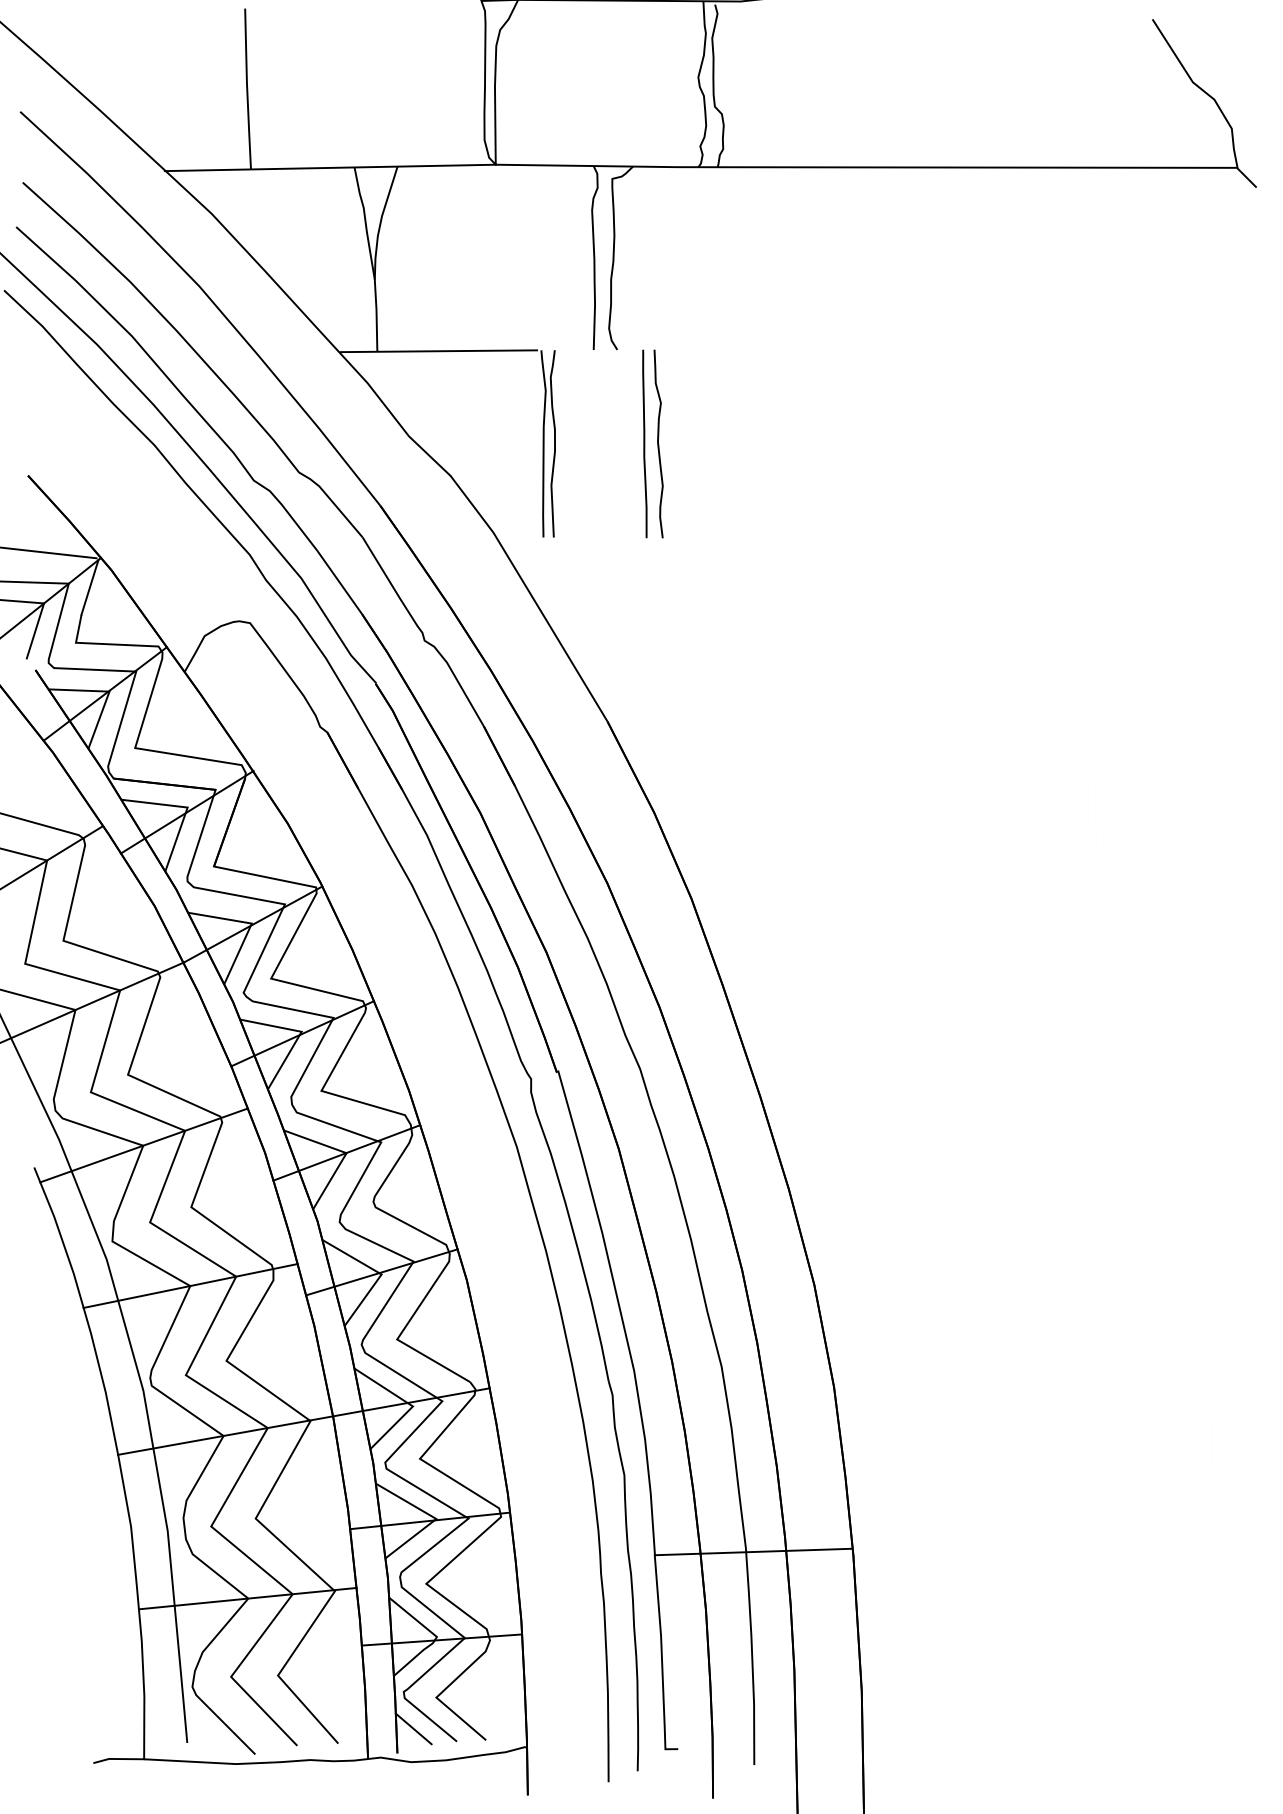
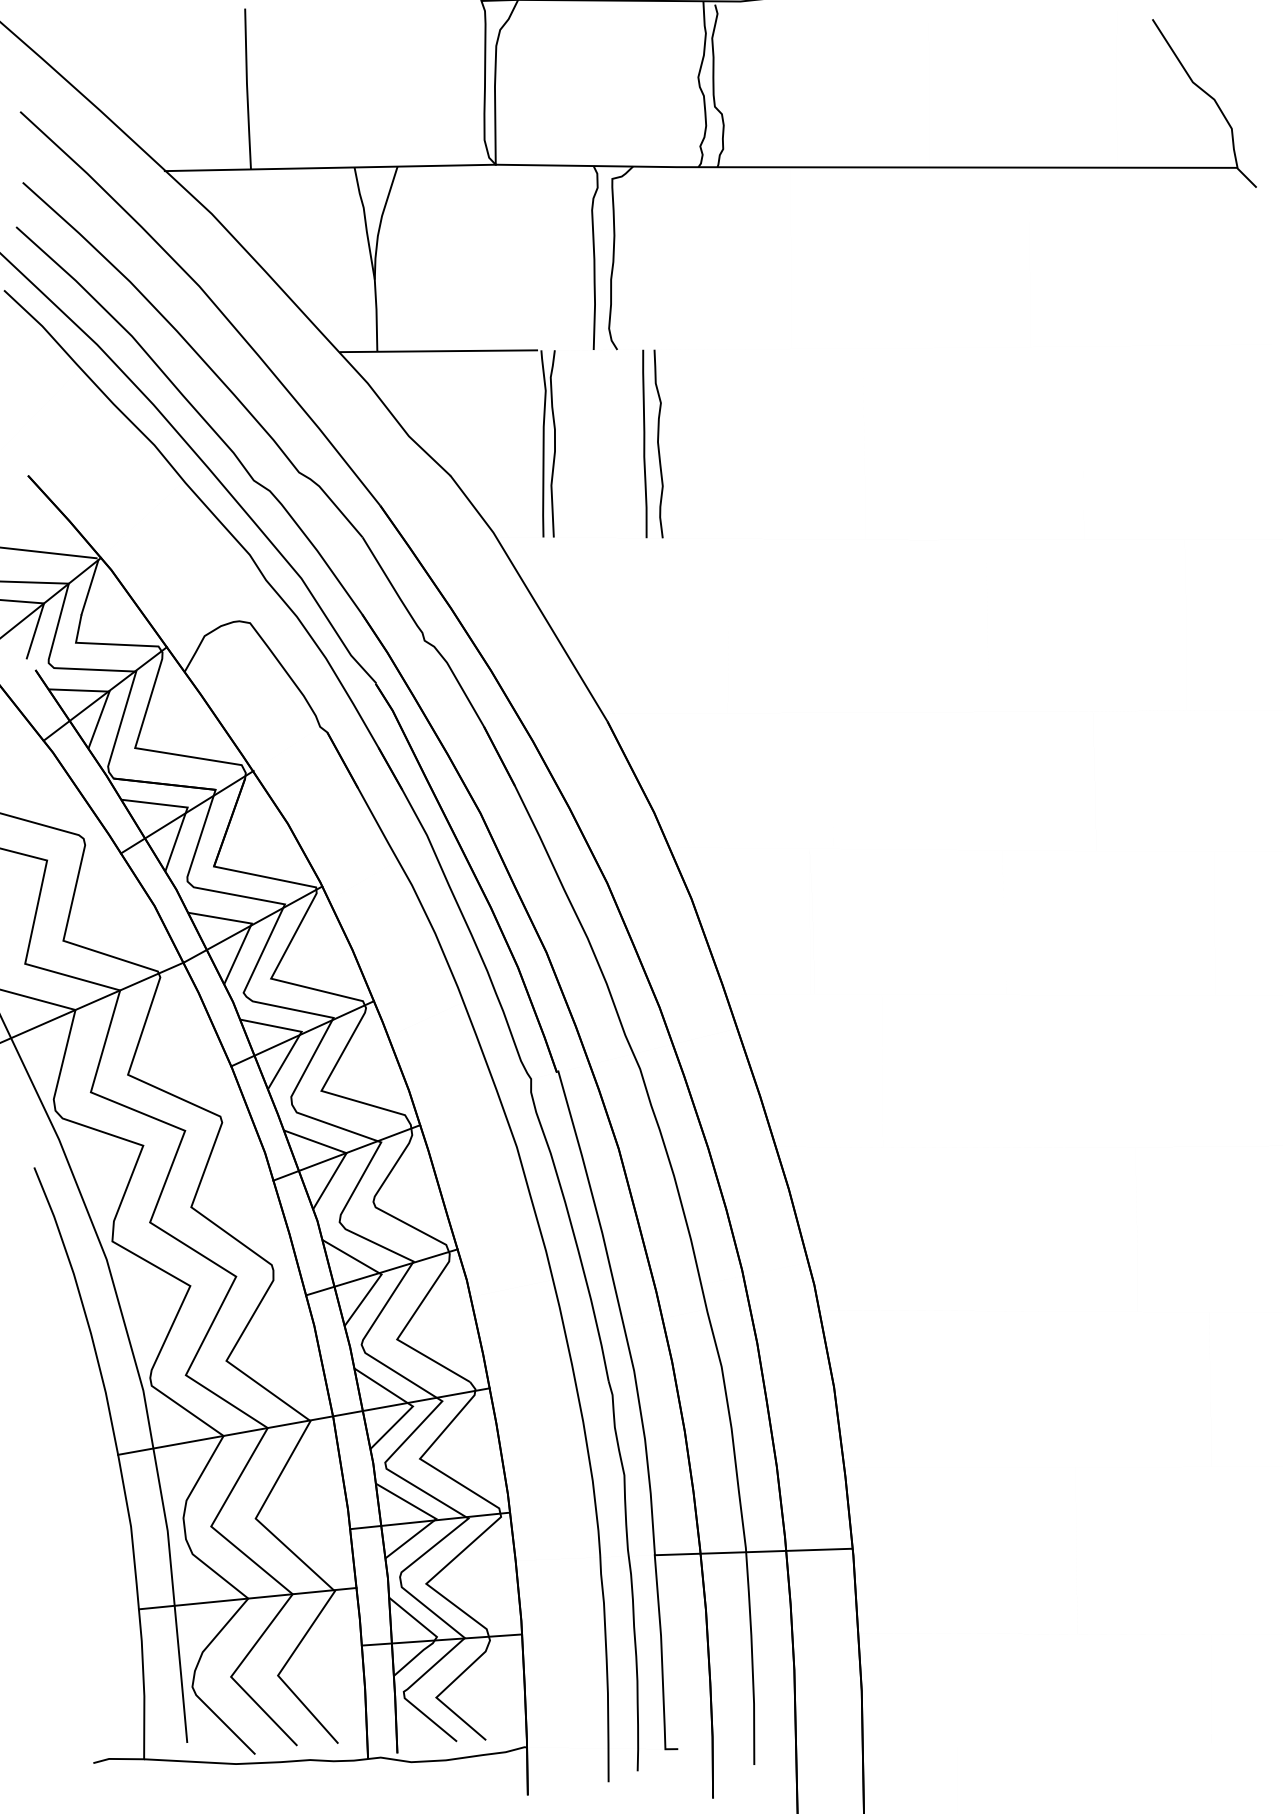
line at (52, 856): present -> none
line at (143, 1145): present -> none
line at (190, 1285): present -> none
line at (413, 1728): present -> none
